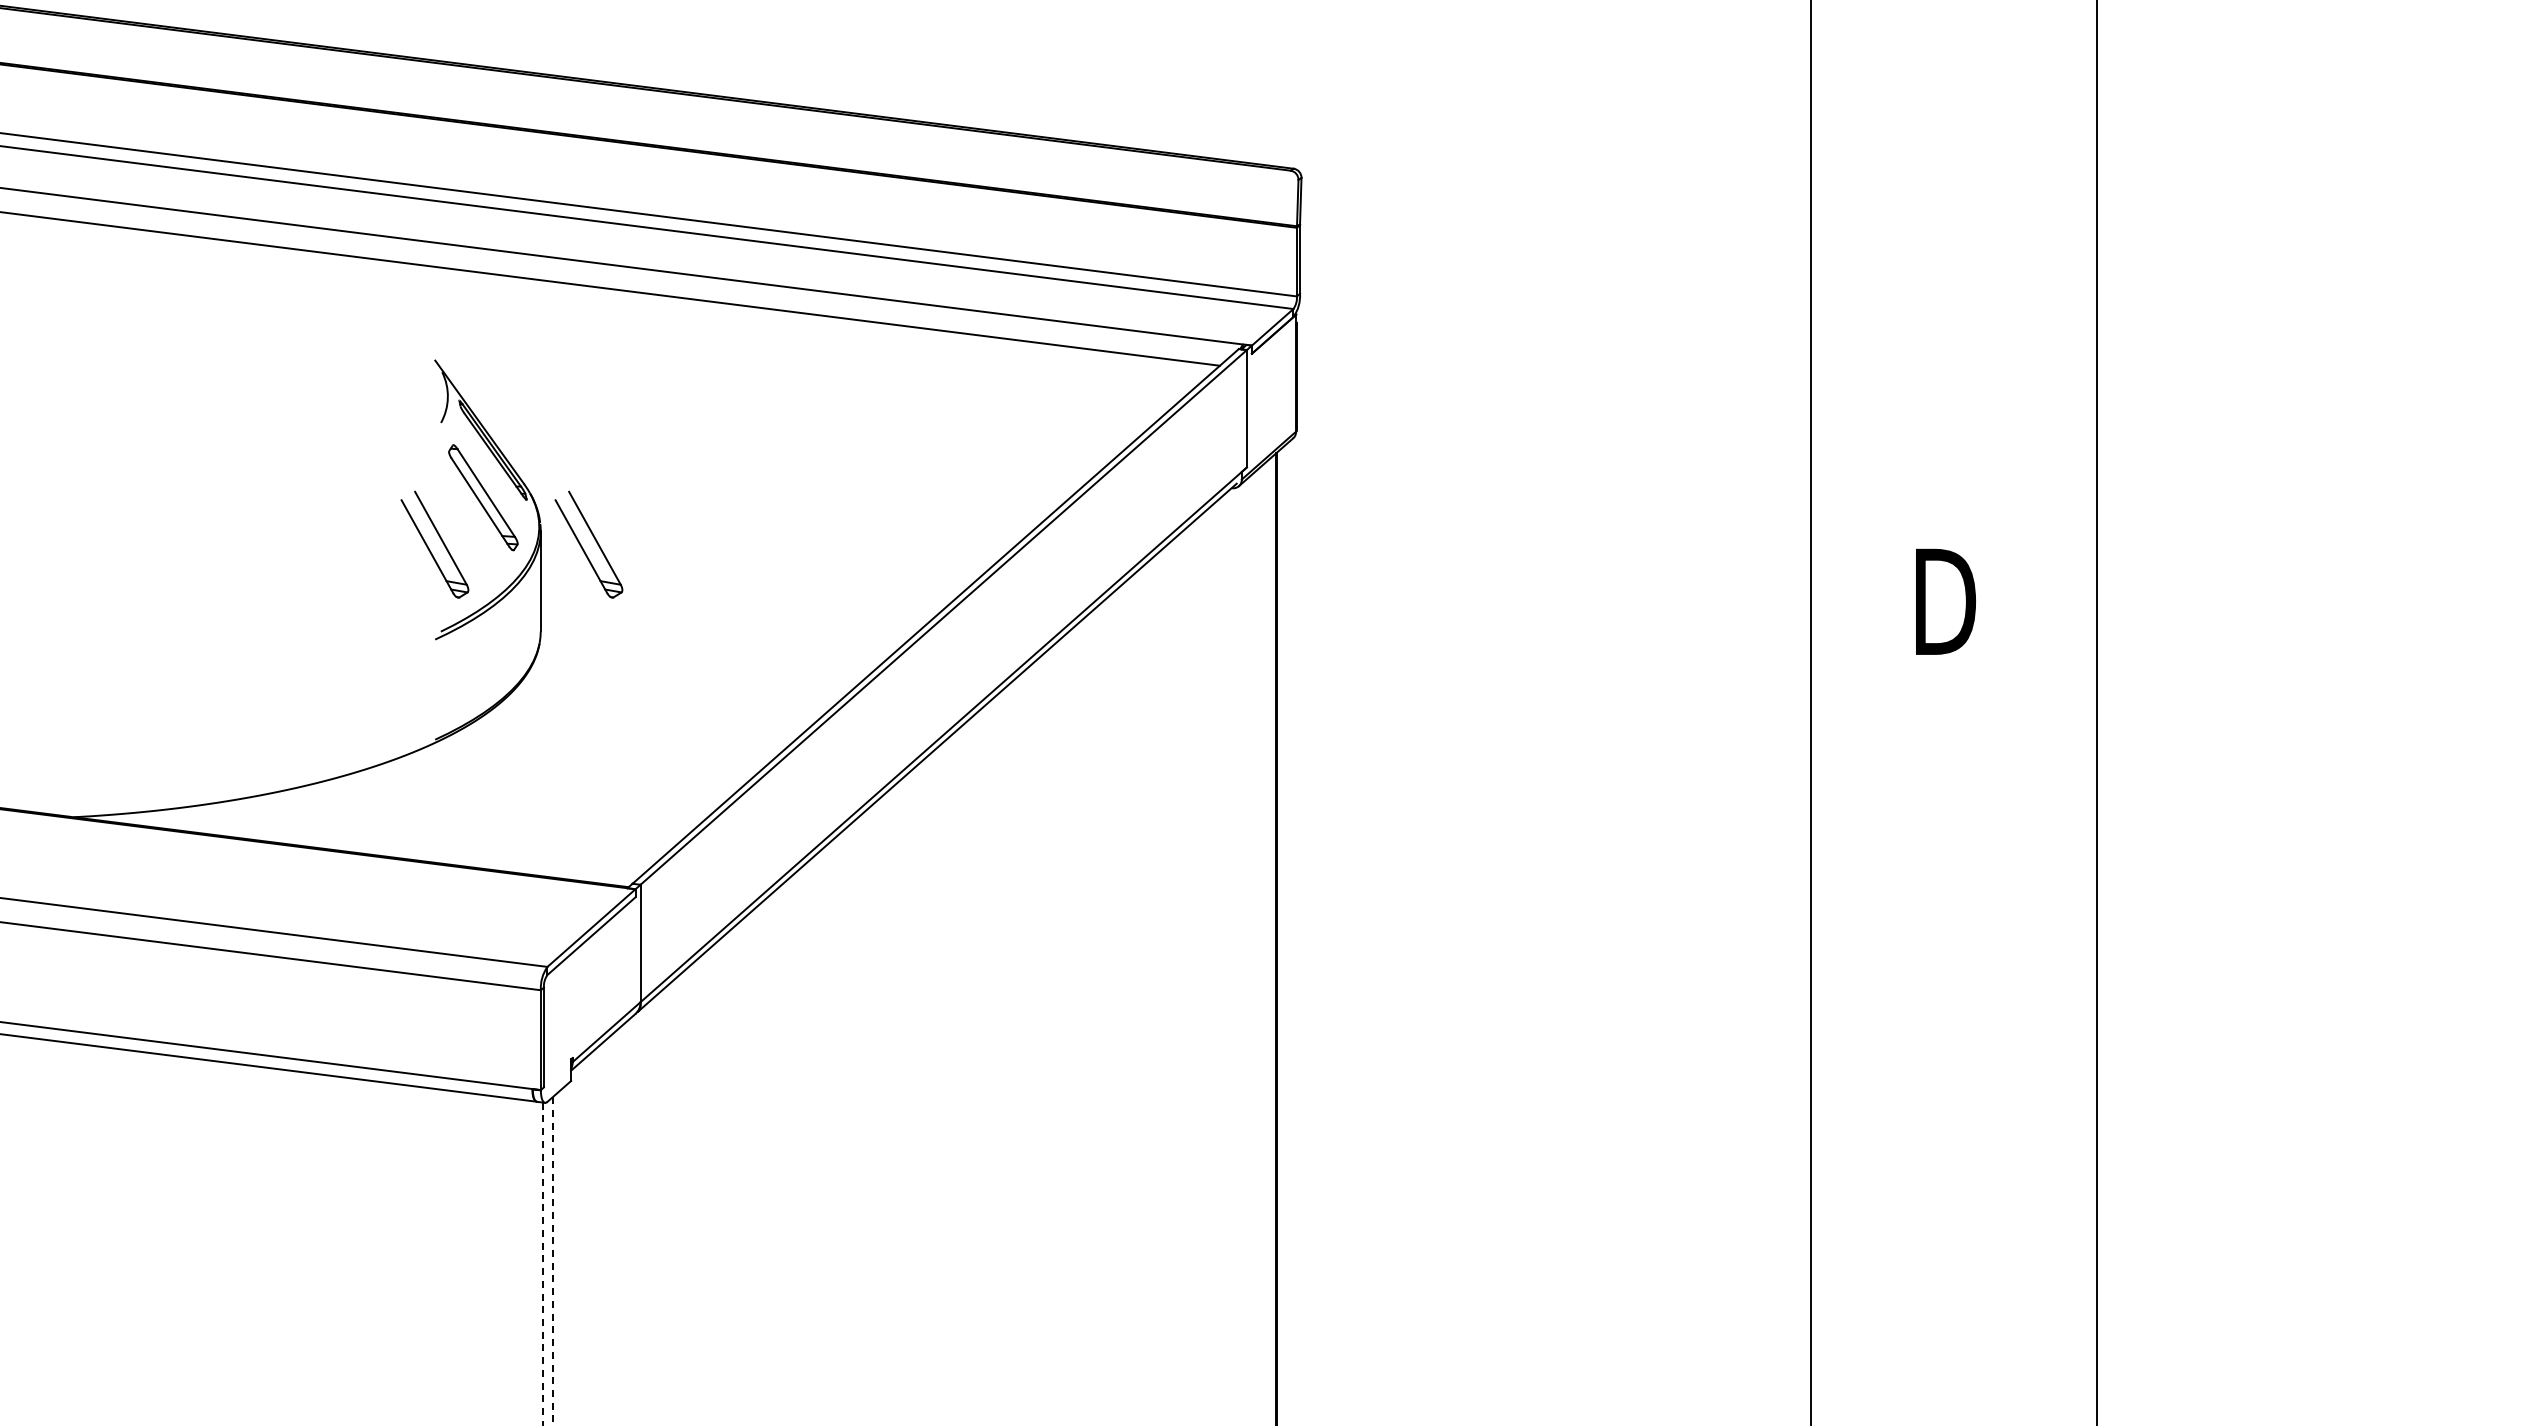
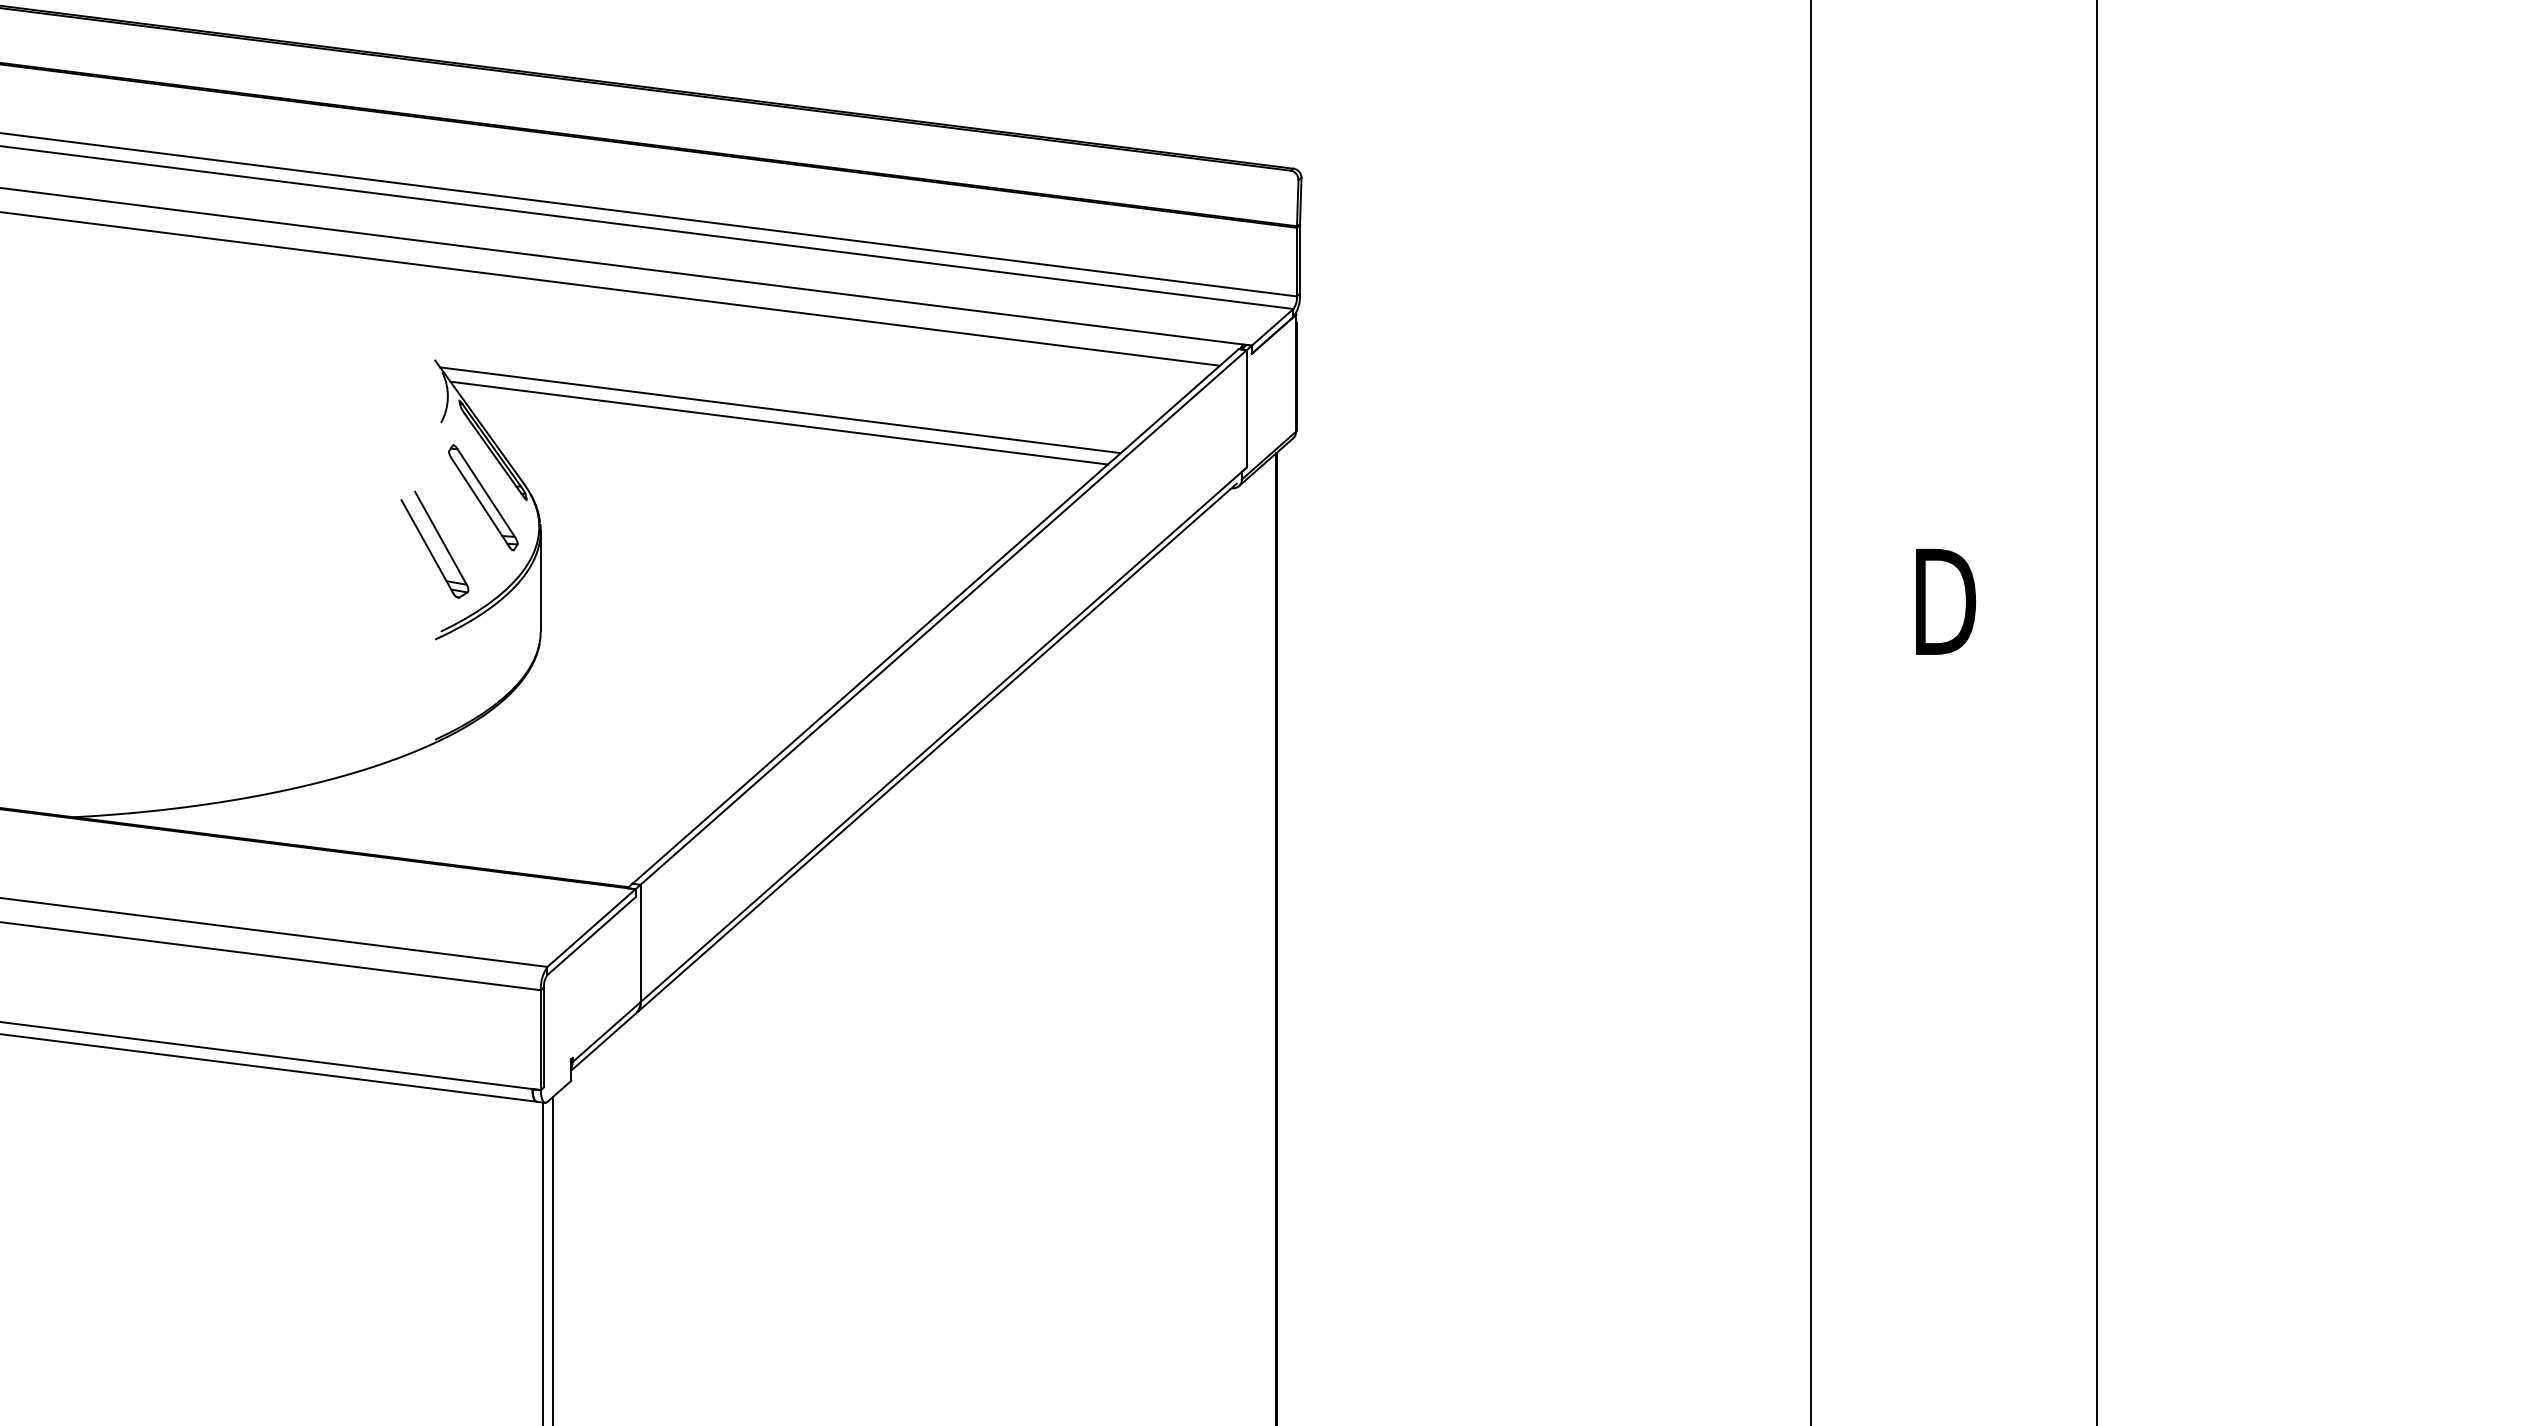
line at (780, 410): none -> present
line at (778, 422): none -> present
part at (582, 546): present -> none
line at (552, 1261): dashed -> solid
line at (543, 1264): dashed -> solid
